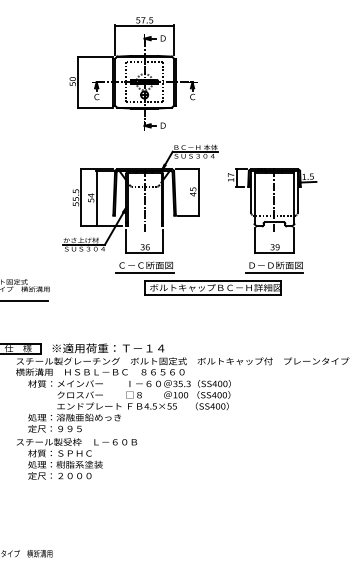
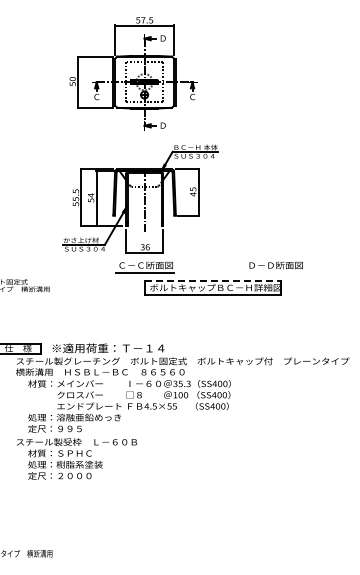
part at (272, 210): present -> none
line at (274, 272): present -> none
line at (213, 280): solid -> dashed
line at (24, 300): present -> none
